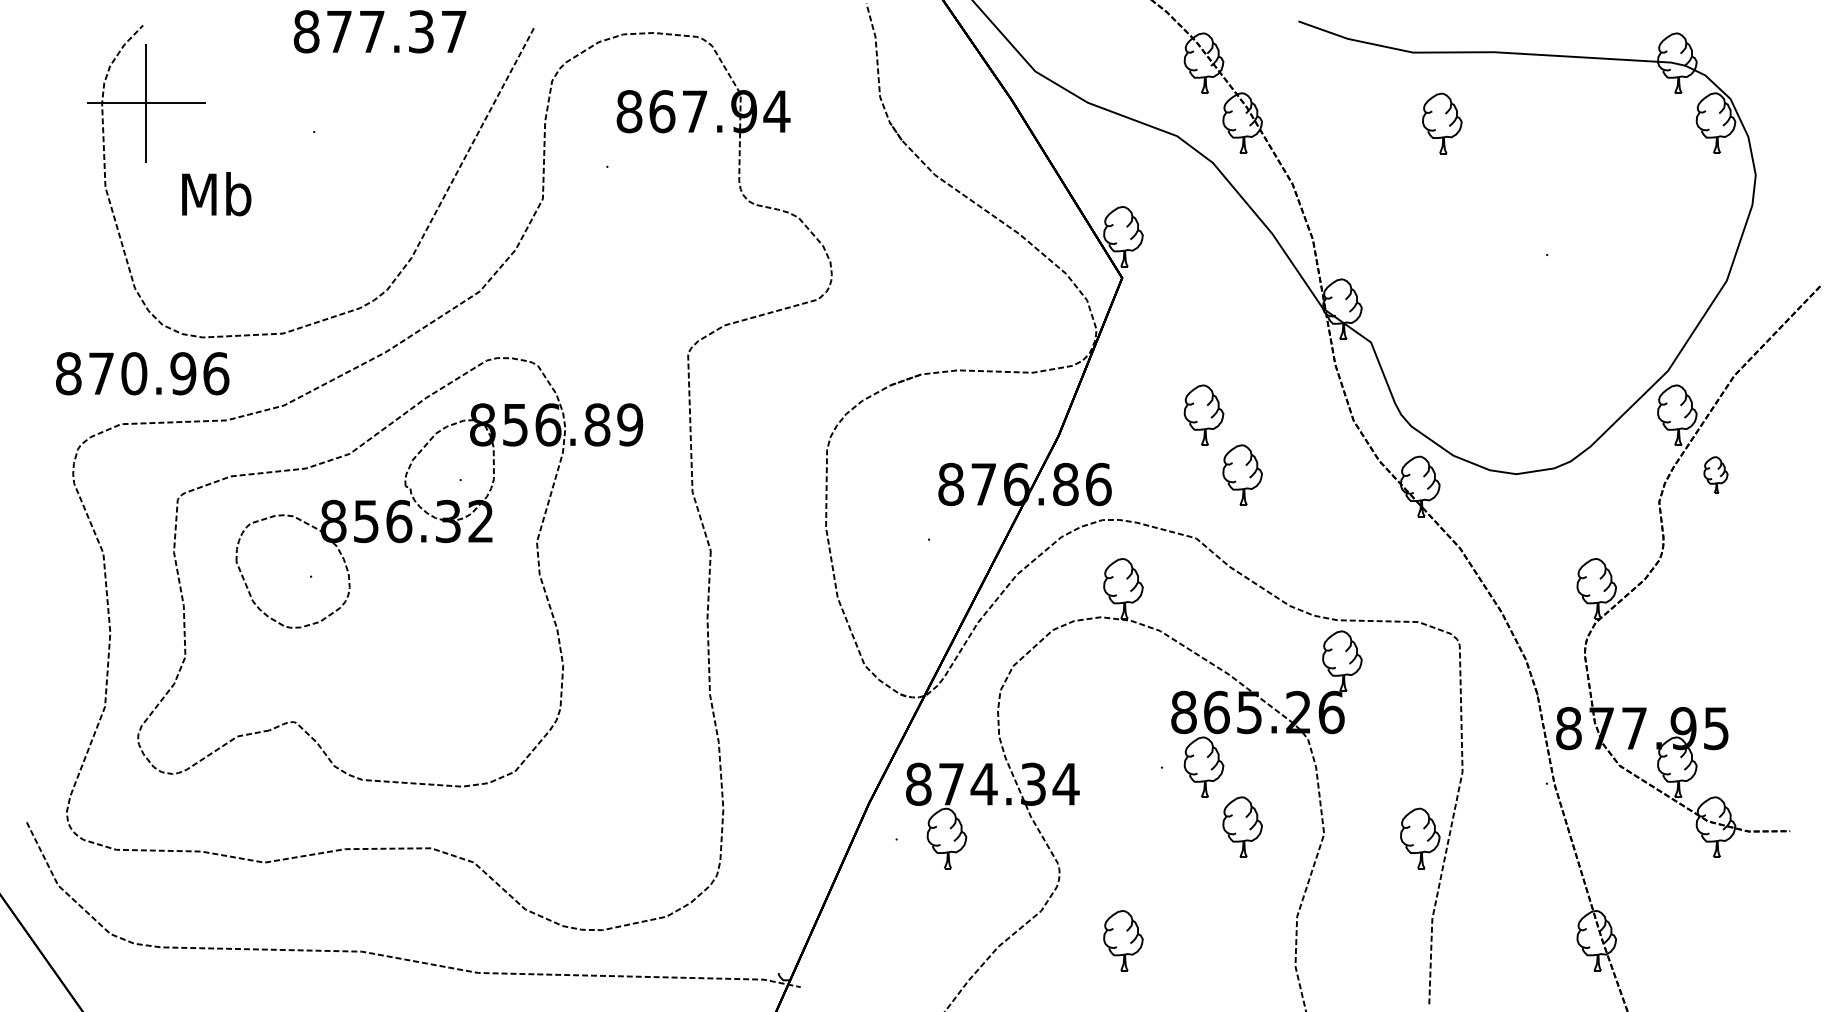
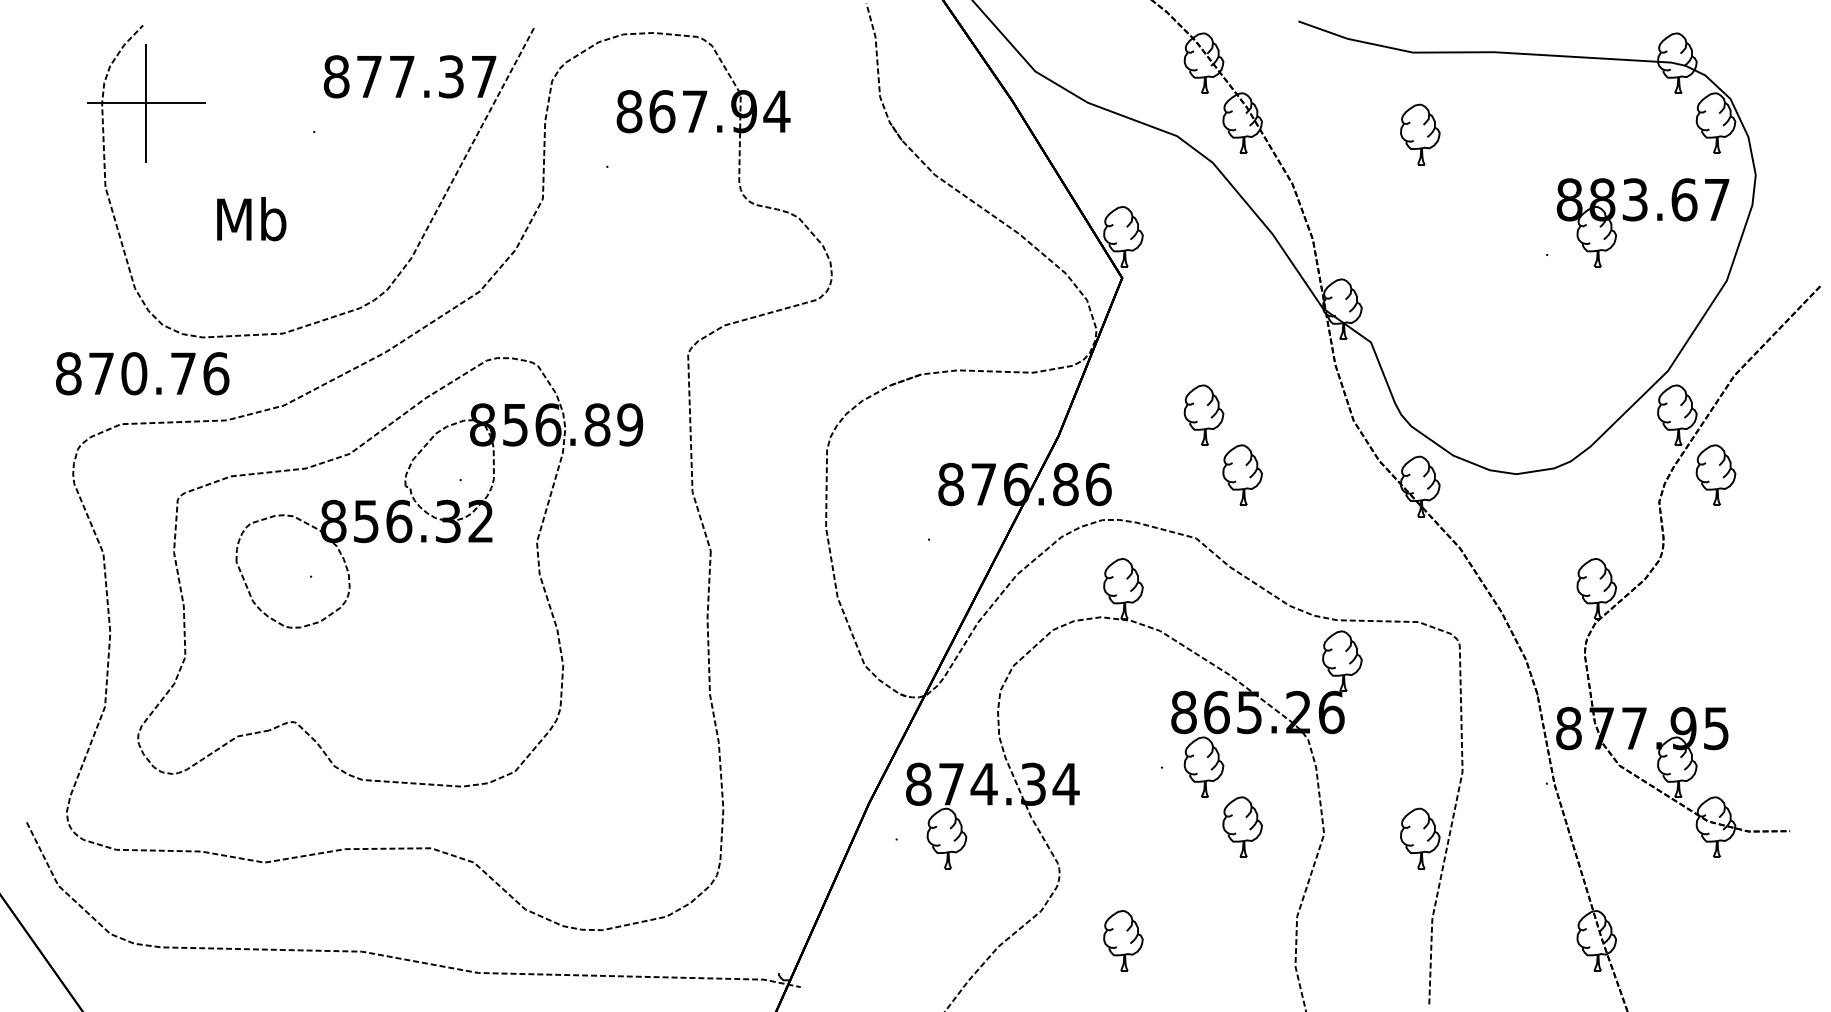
text at (379, 31) position: (379, 31) -> (409, 76)
part at (1442, 123) position: (1442, 123) -> (1420, 134)
text at (216, 194) position: (216, 194) -> (251, 219)
part at (1642, 222): none -> present
text at (183, 373): 870.96 -> 870.76
part at (1715, 474) size: 26x38 px -> 42x62 px
